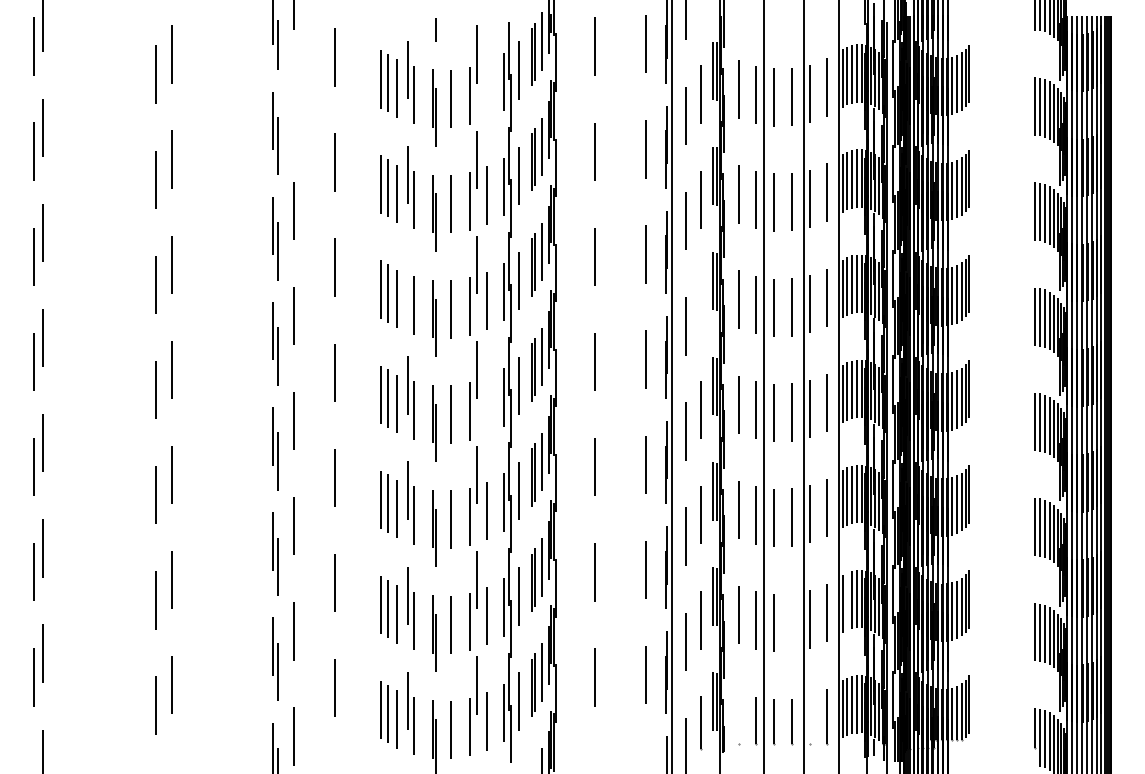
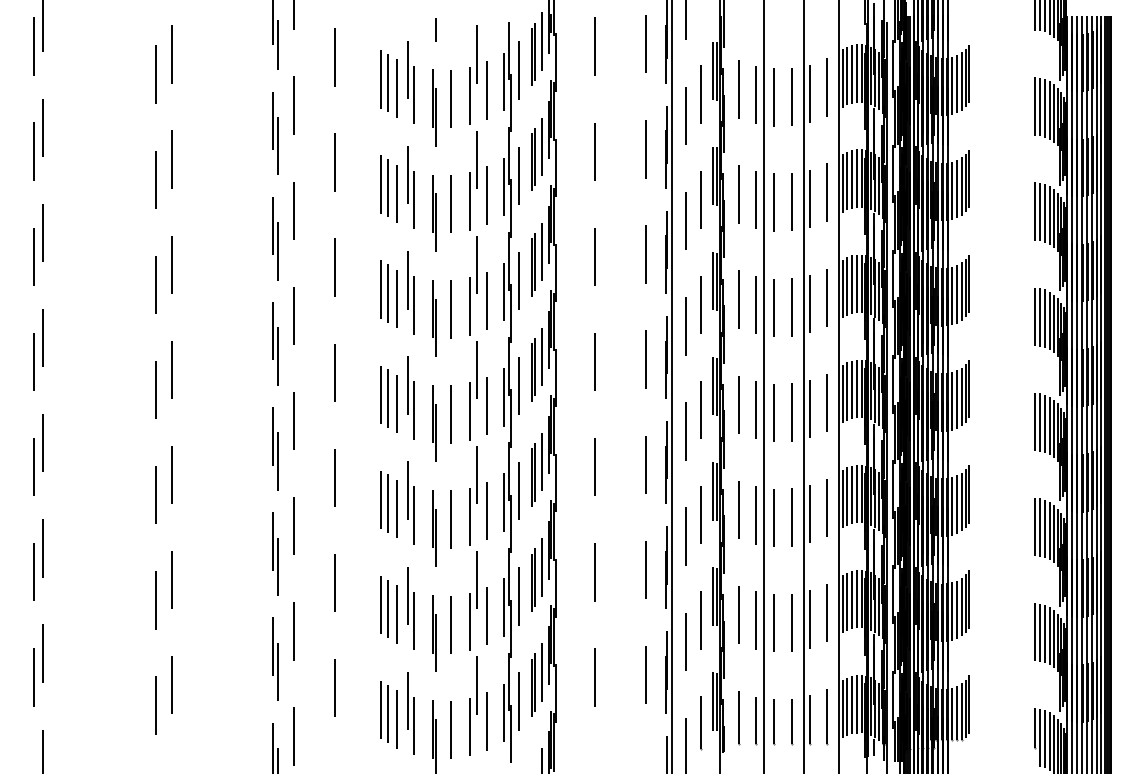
line at (487, 90): none -> present
line at (294, 105): none -> present
line at (407, 280): none -> present
line at (700, 304): none -> present
line at (487, 405): none -> present
line at (847, 601): none -> present
line at (791, 622): none -> present
line at (738, 717): none -> present
line at (810, 719): none -> present
